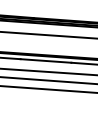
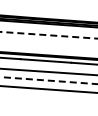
line at (49, 35): solid -> dashed
line at (49, 80): solid -> dashed
